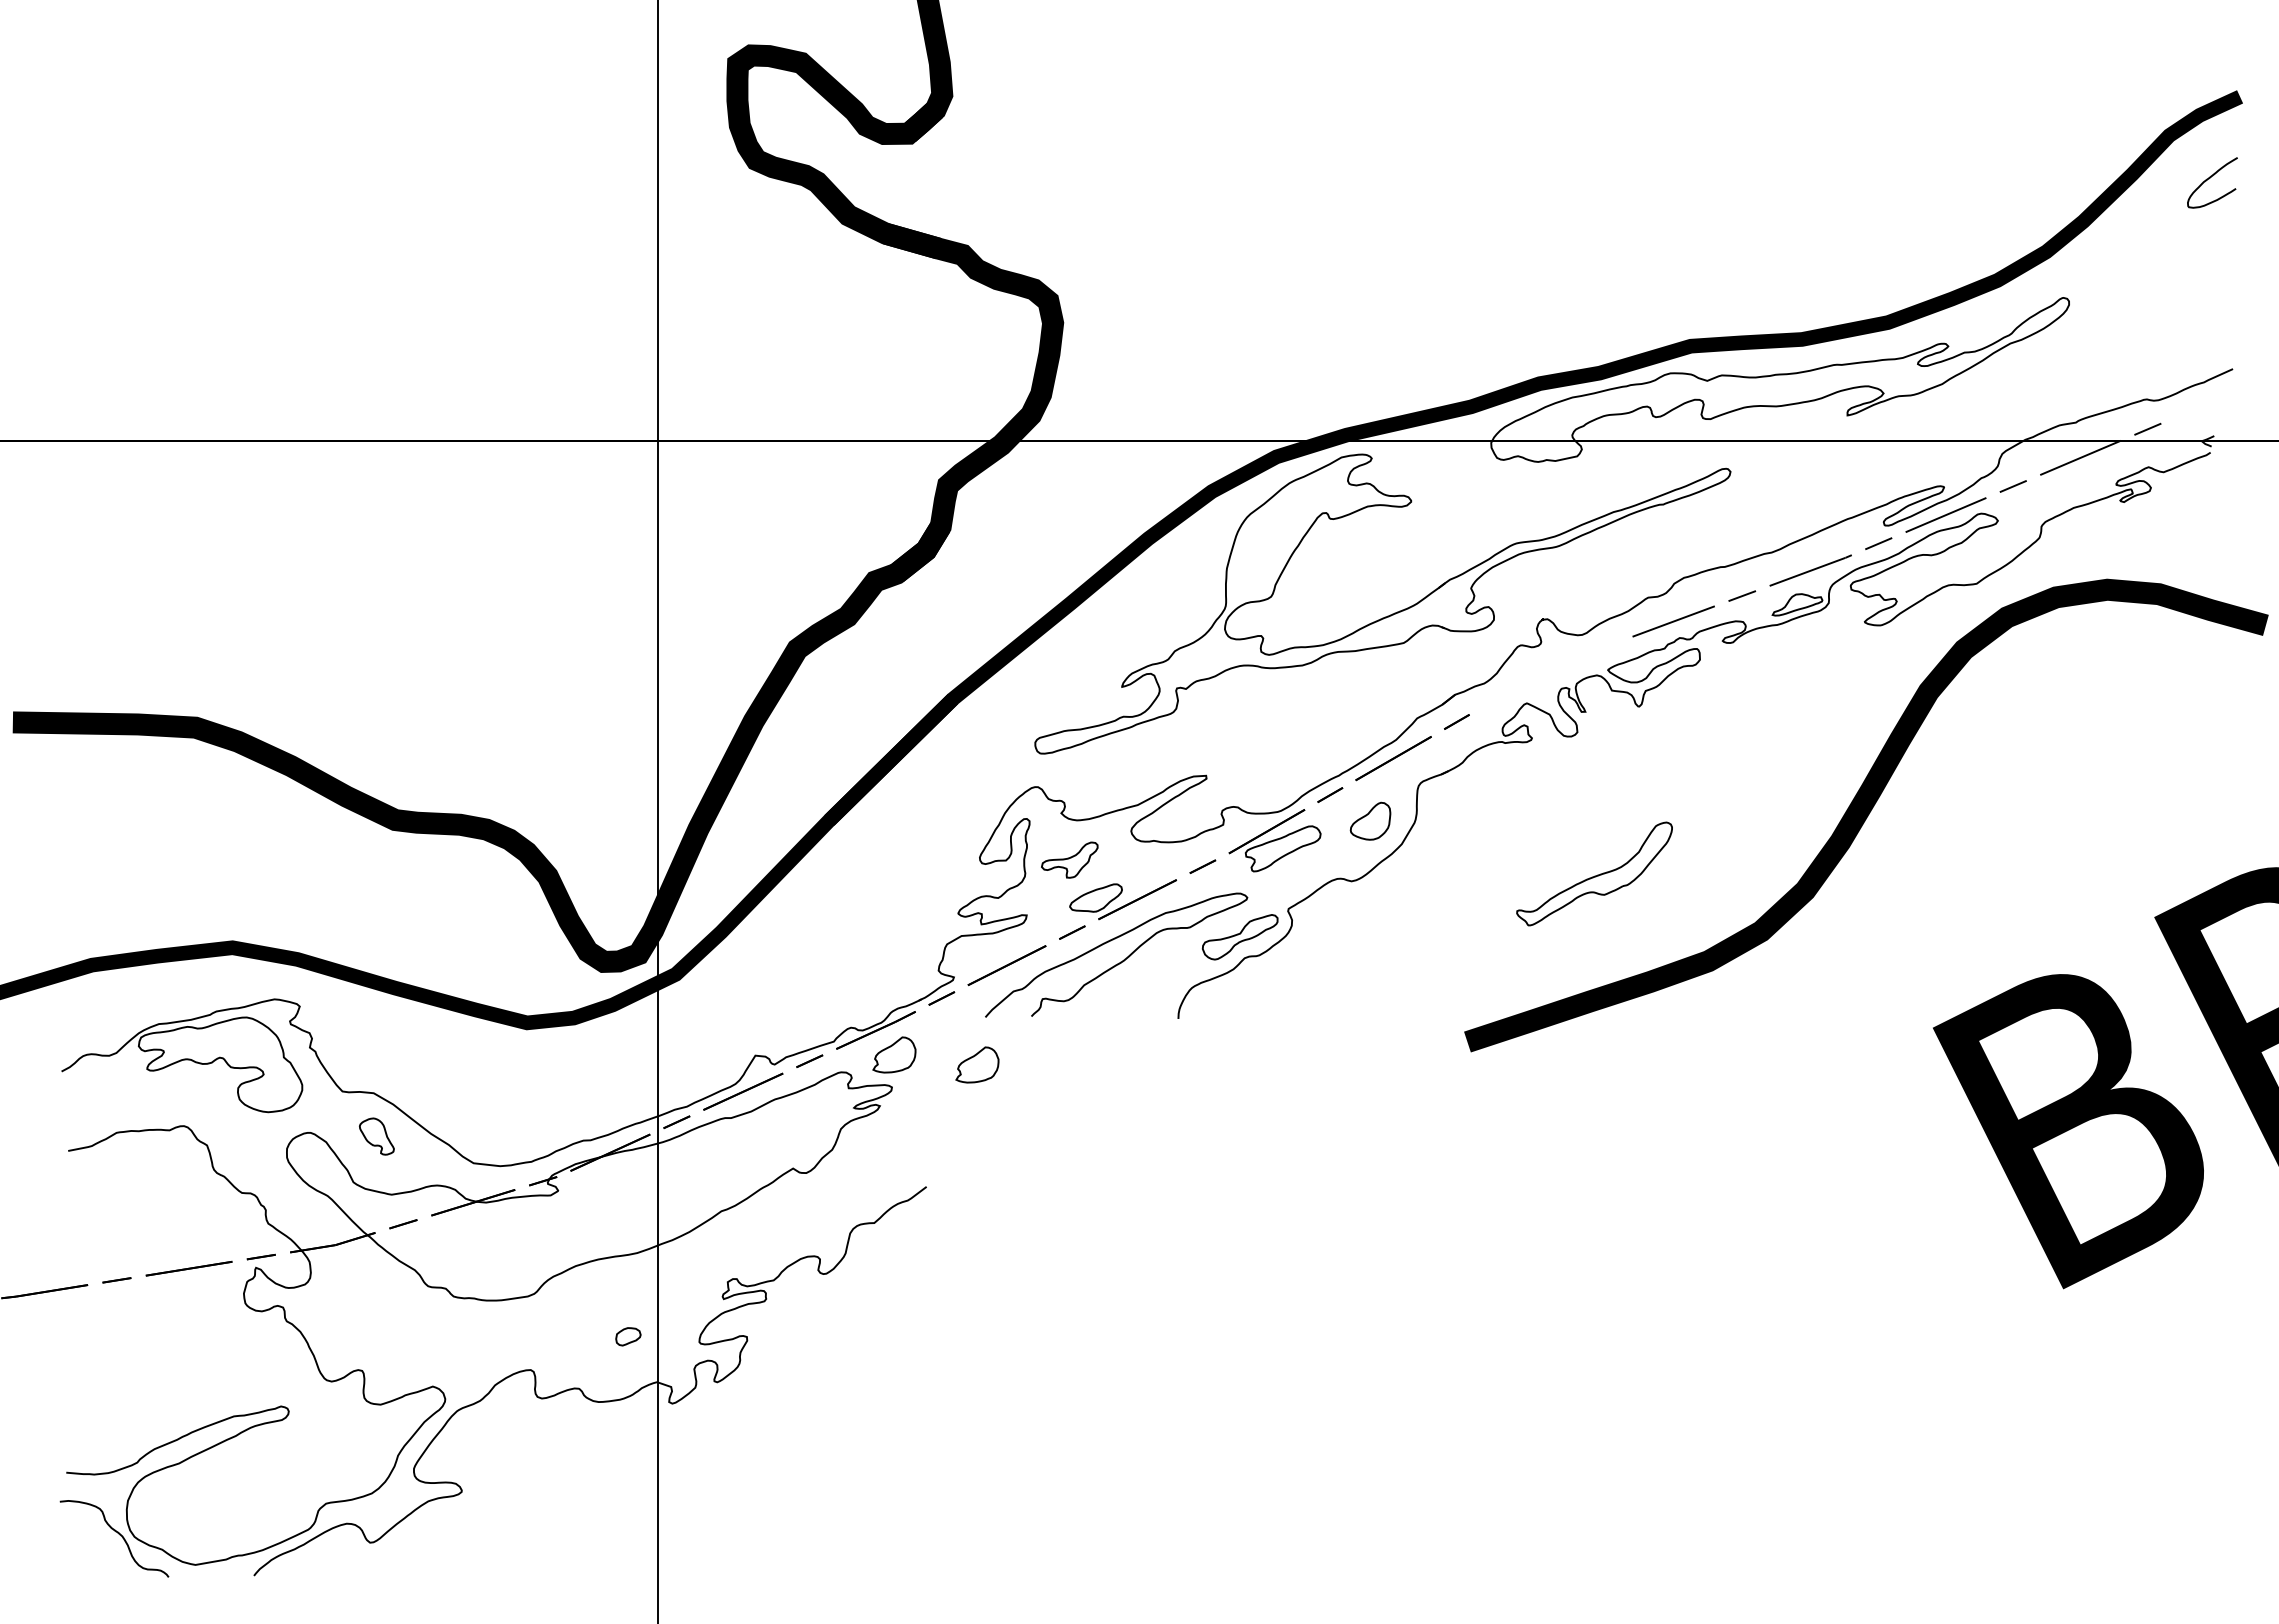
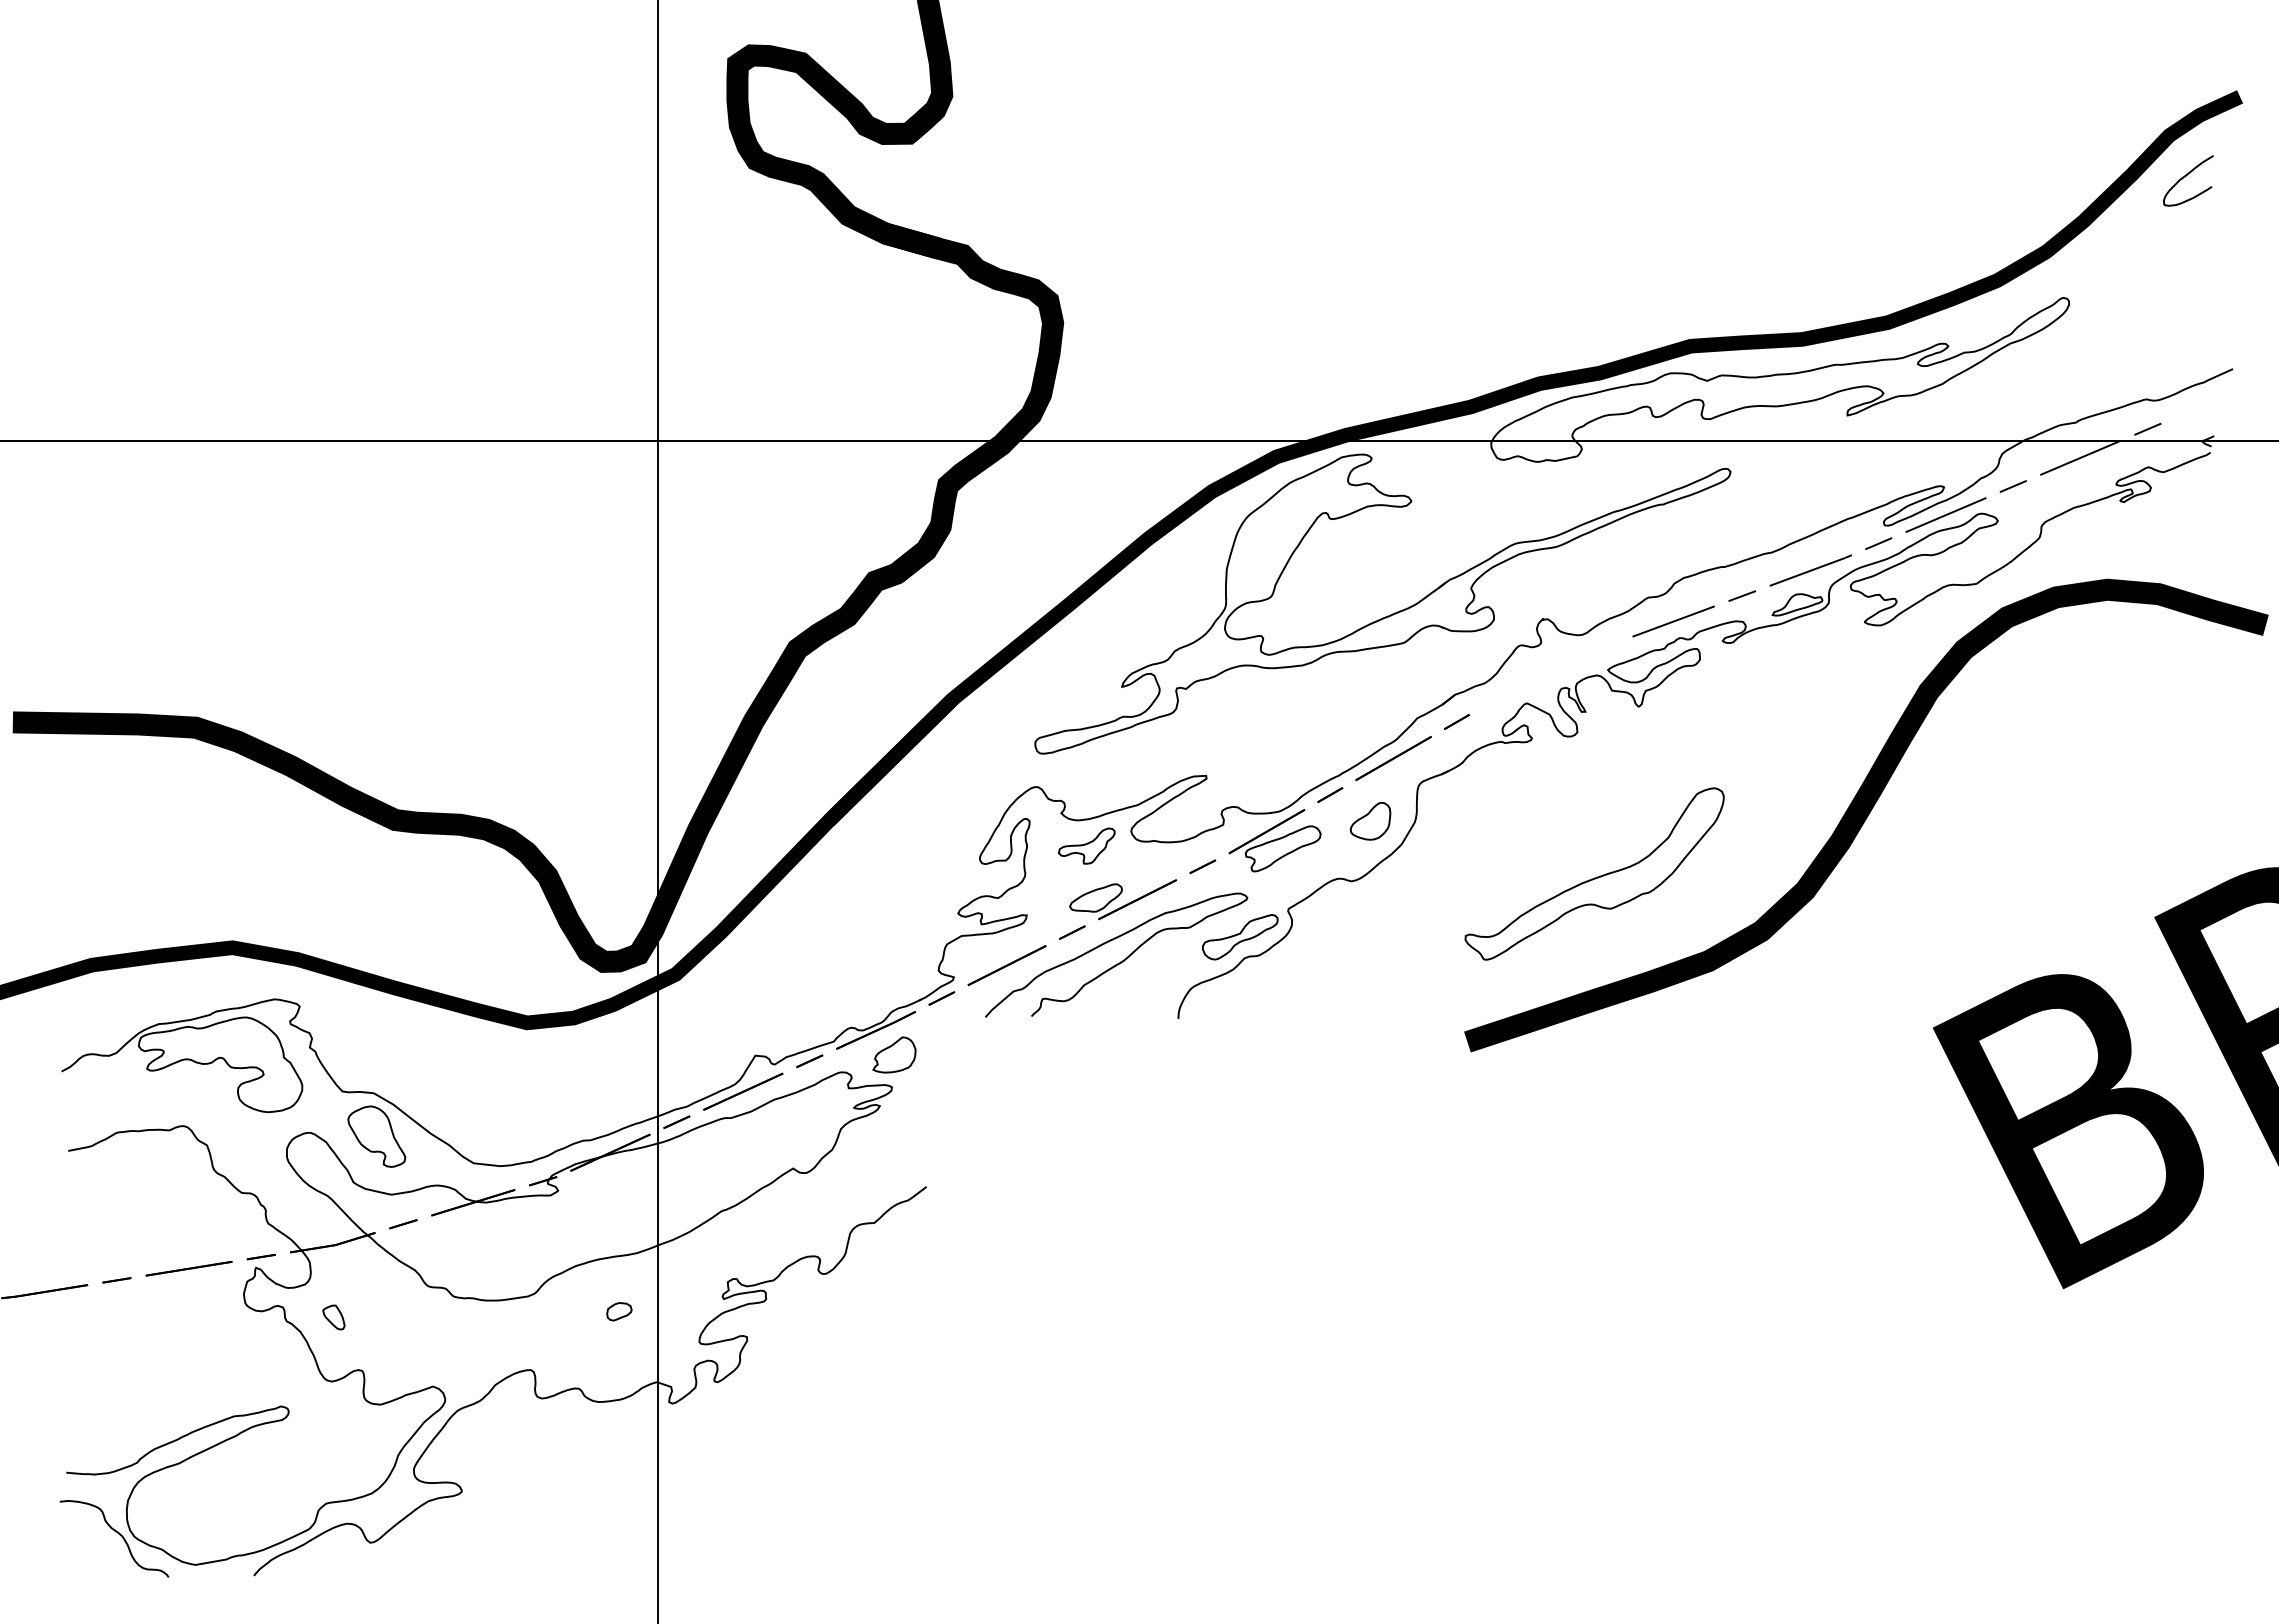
curve at (2209, 179) position: (2209, 179) -> (2185, 177)
part at (1069, 859) position: (1069, 859) -> (1086, 845)
part at (1594, 873) size: 157x106 px -> 261x174 px
part at (977, 1064): present -> none
part at (376, 1136) size: 36x39 px -> 60x63 px
part at (333, 1317): none -> present
part at (628, 1336) position: (628, 1336) -> (619, 1311)
